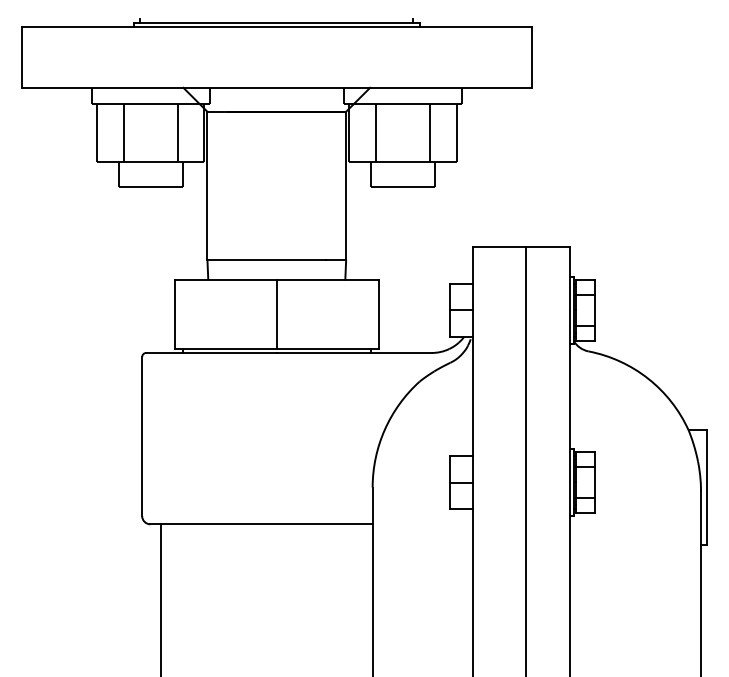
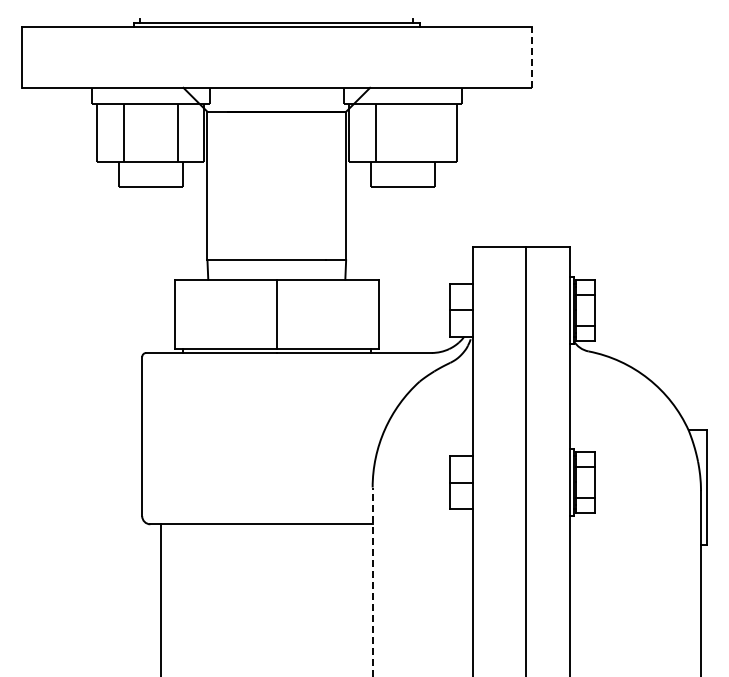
line at (531, 57): solid -> dashed
line at (429, 132): present -> none
line at (372, 581): solid -> dashed
